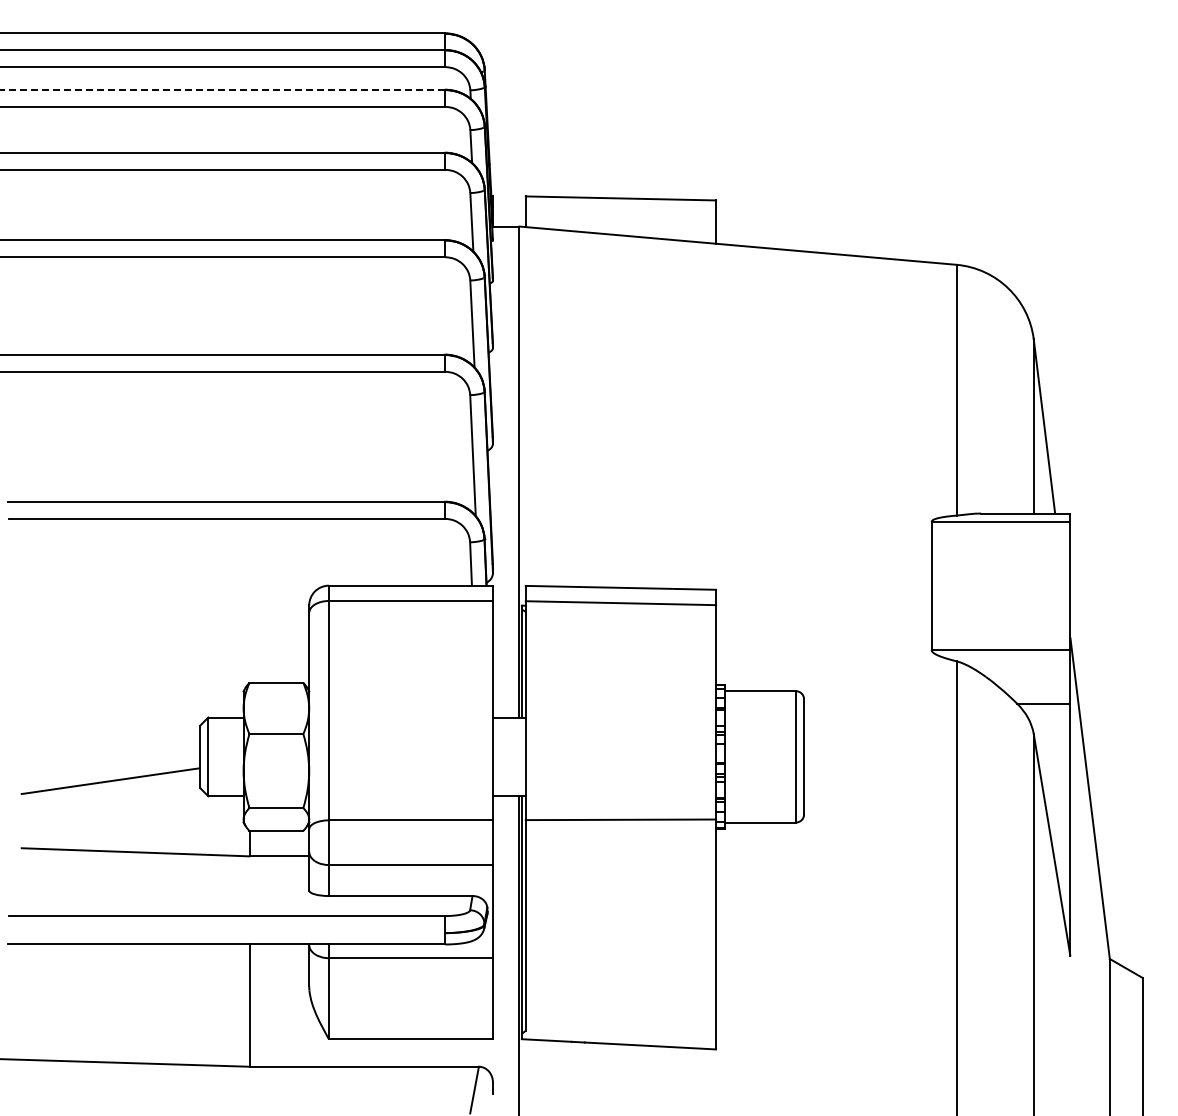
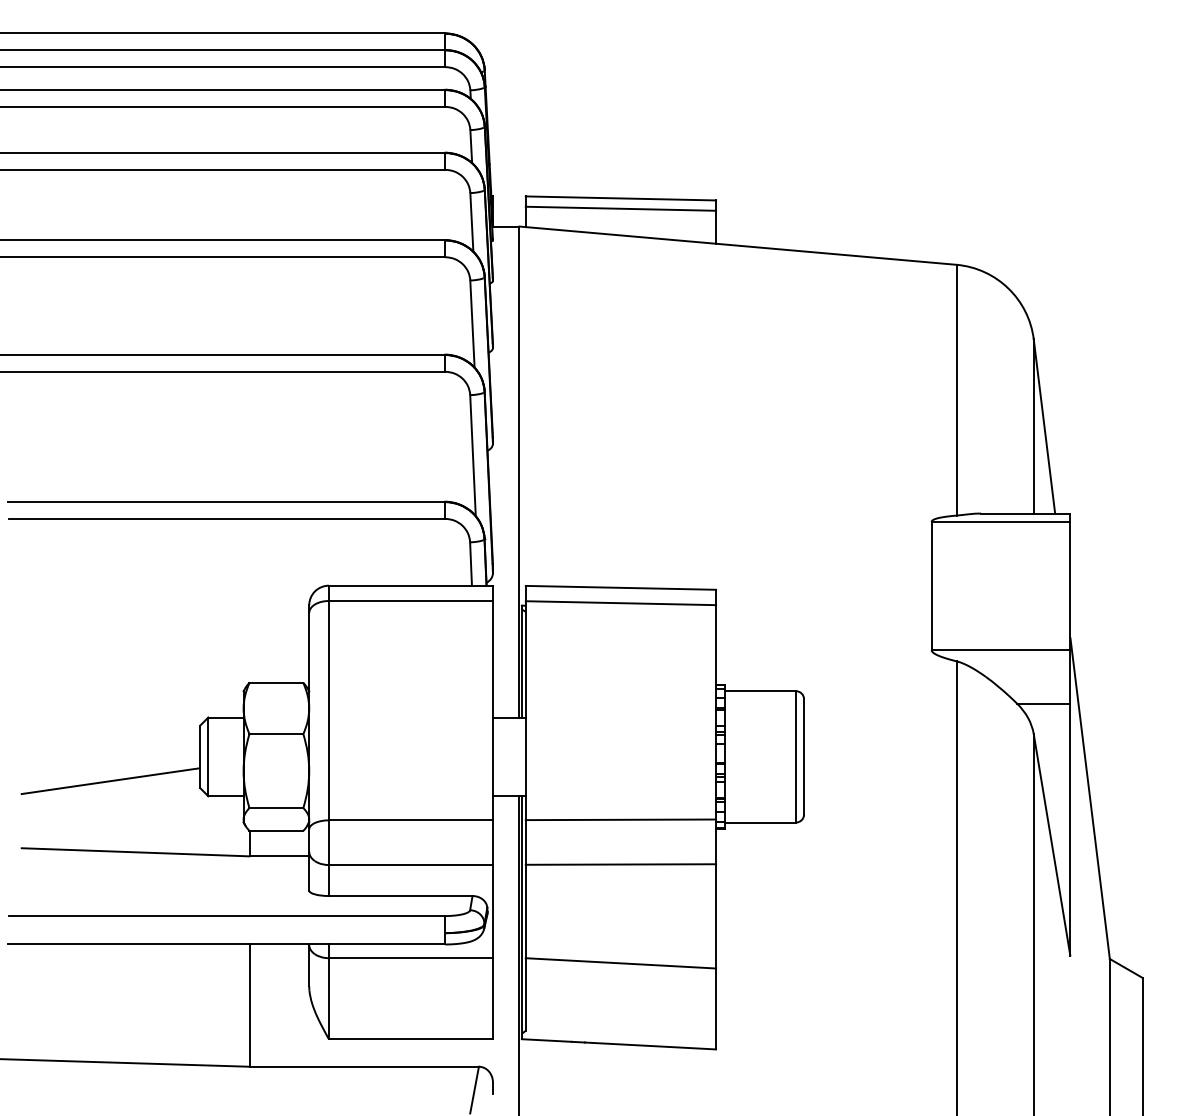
line at (222, 89): dashed -> solid
line at (620, 208): none -> present
line at (620, 864): none -> present
line at (620, 963): none -> present
